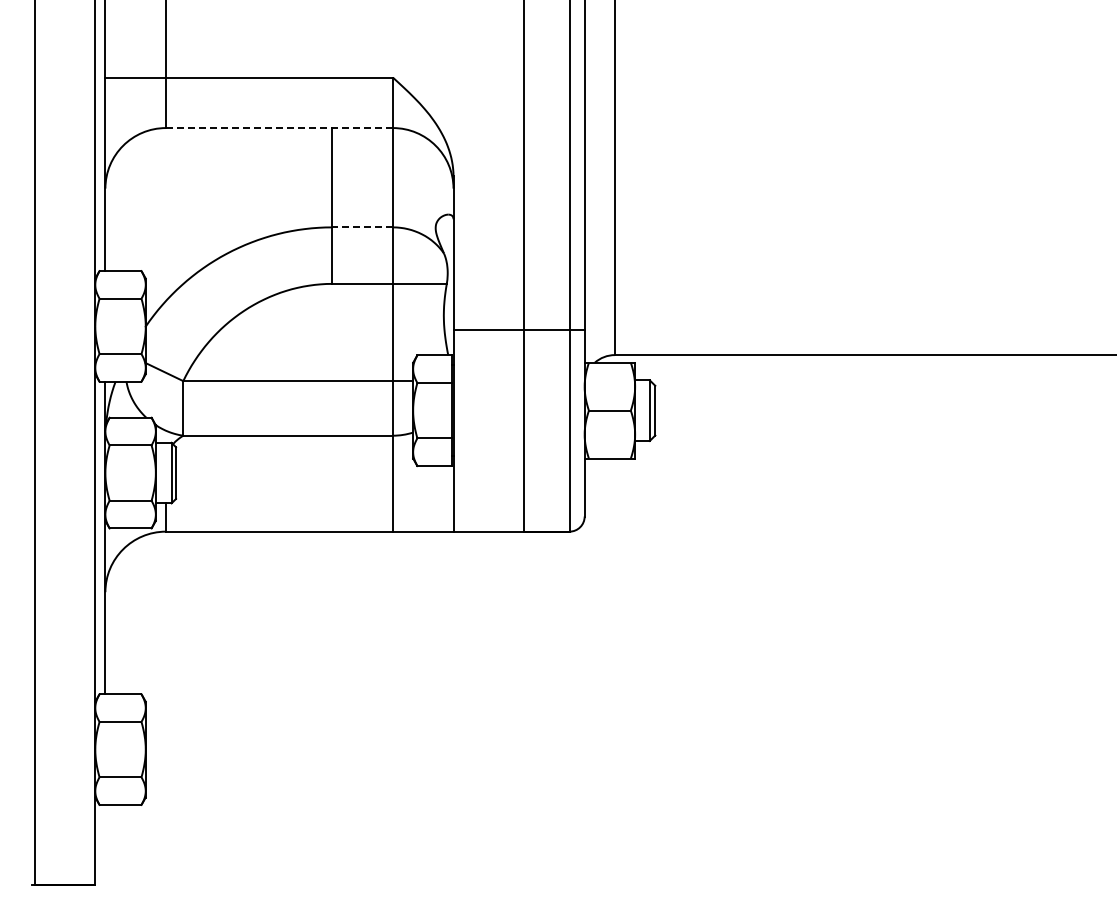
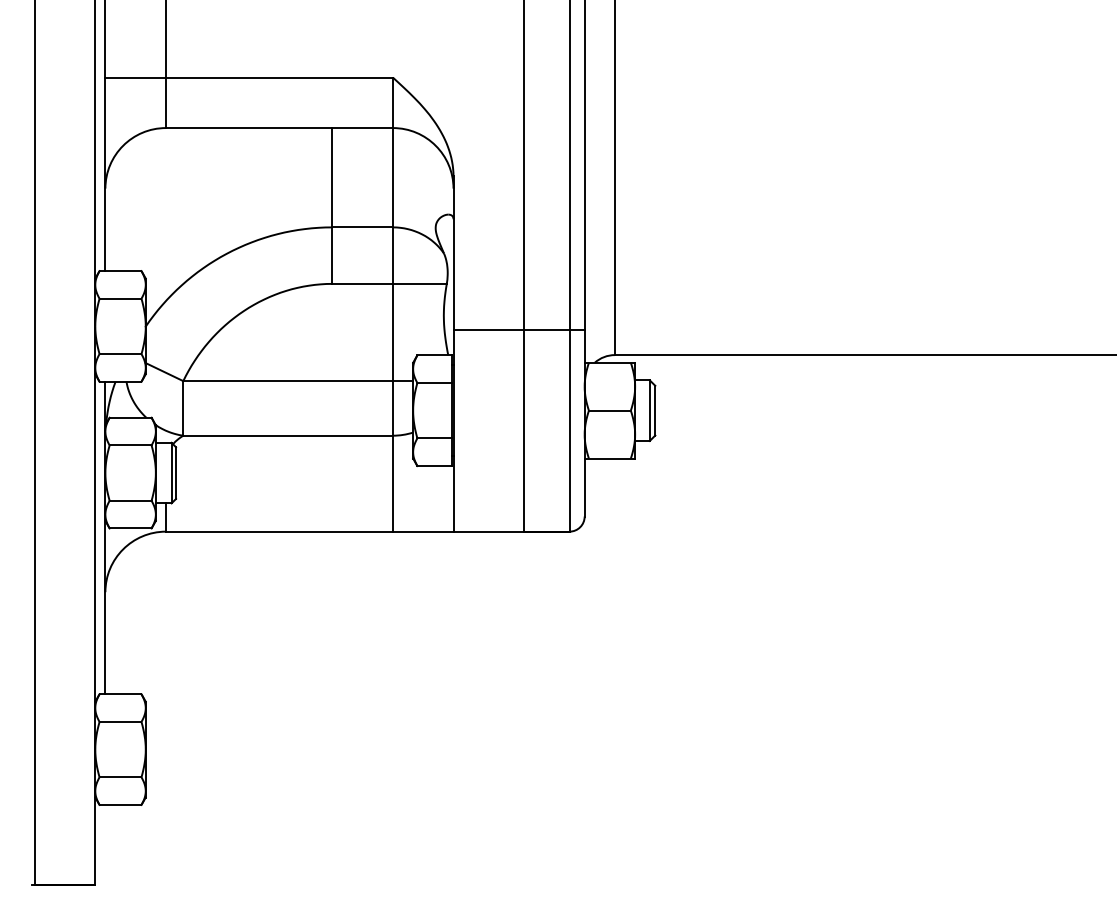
line at (279, 128): dashed -> solid
line at (362, 227): dashed -> solid
